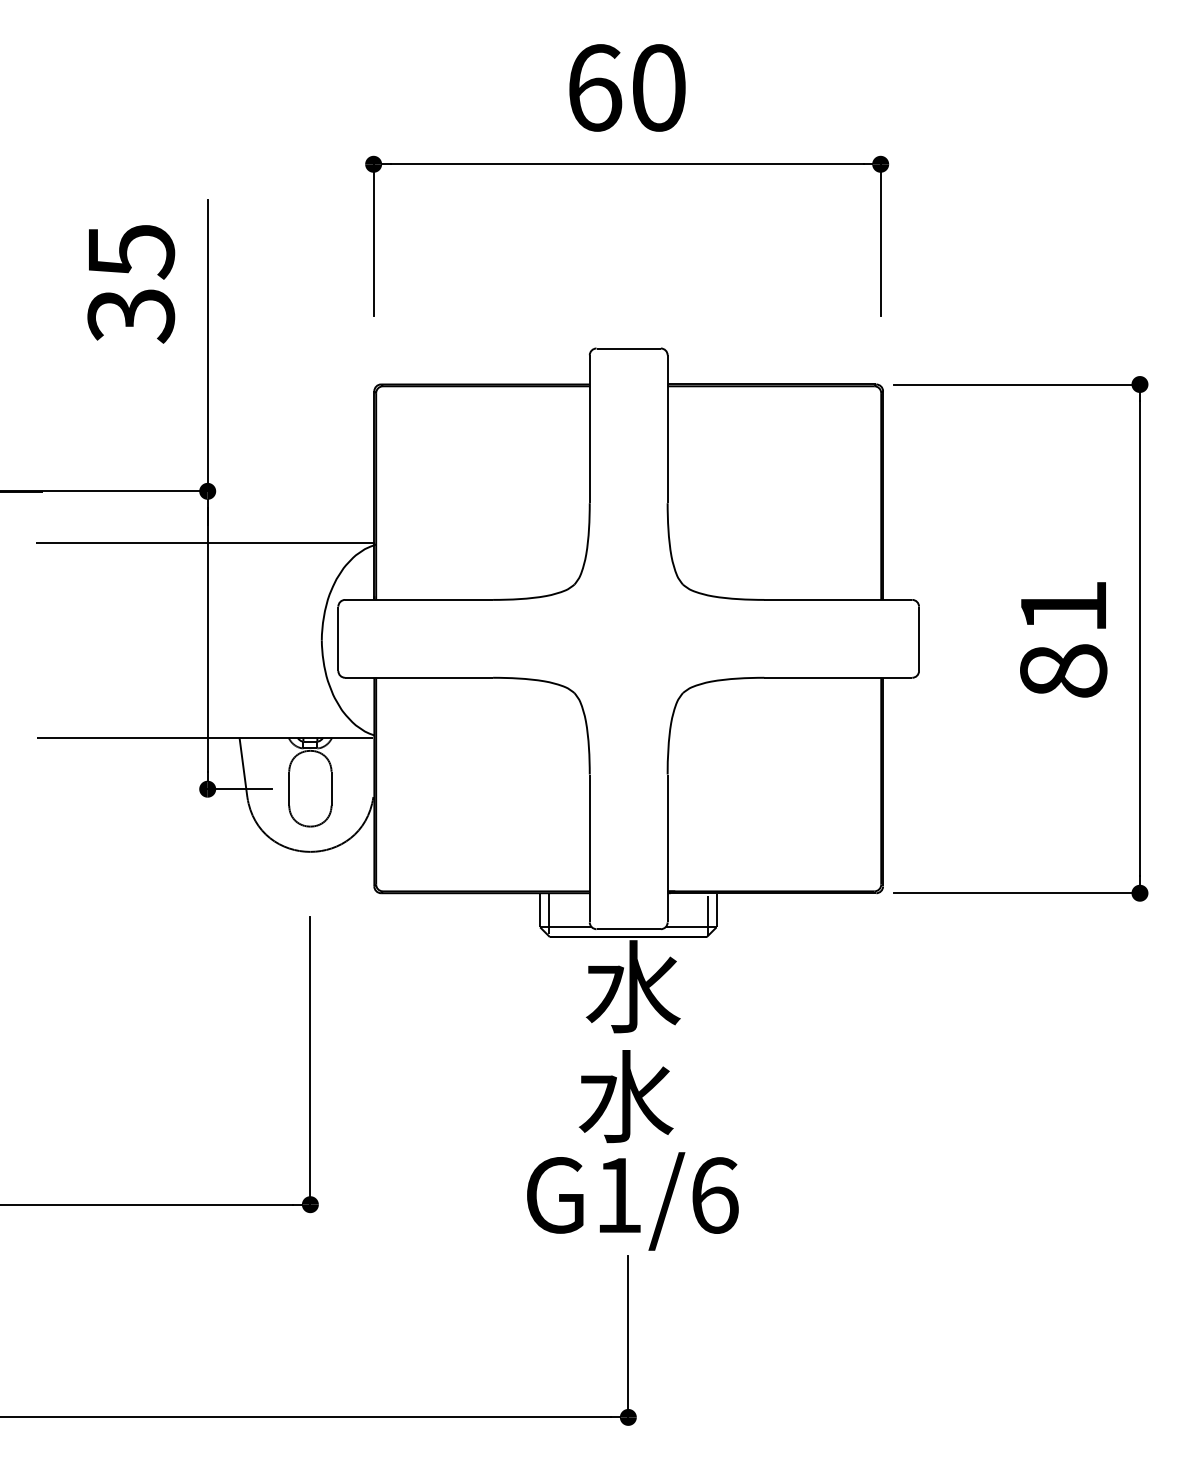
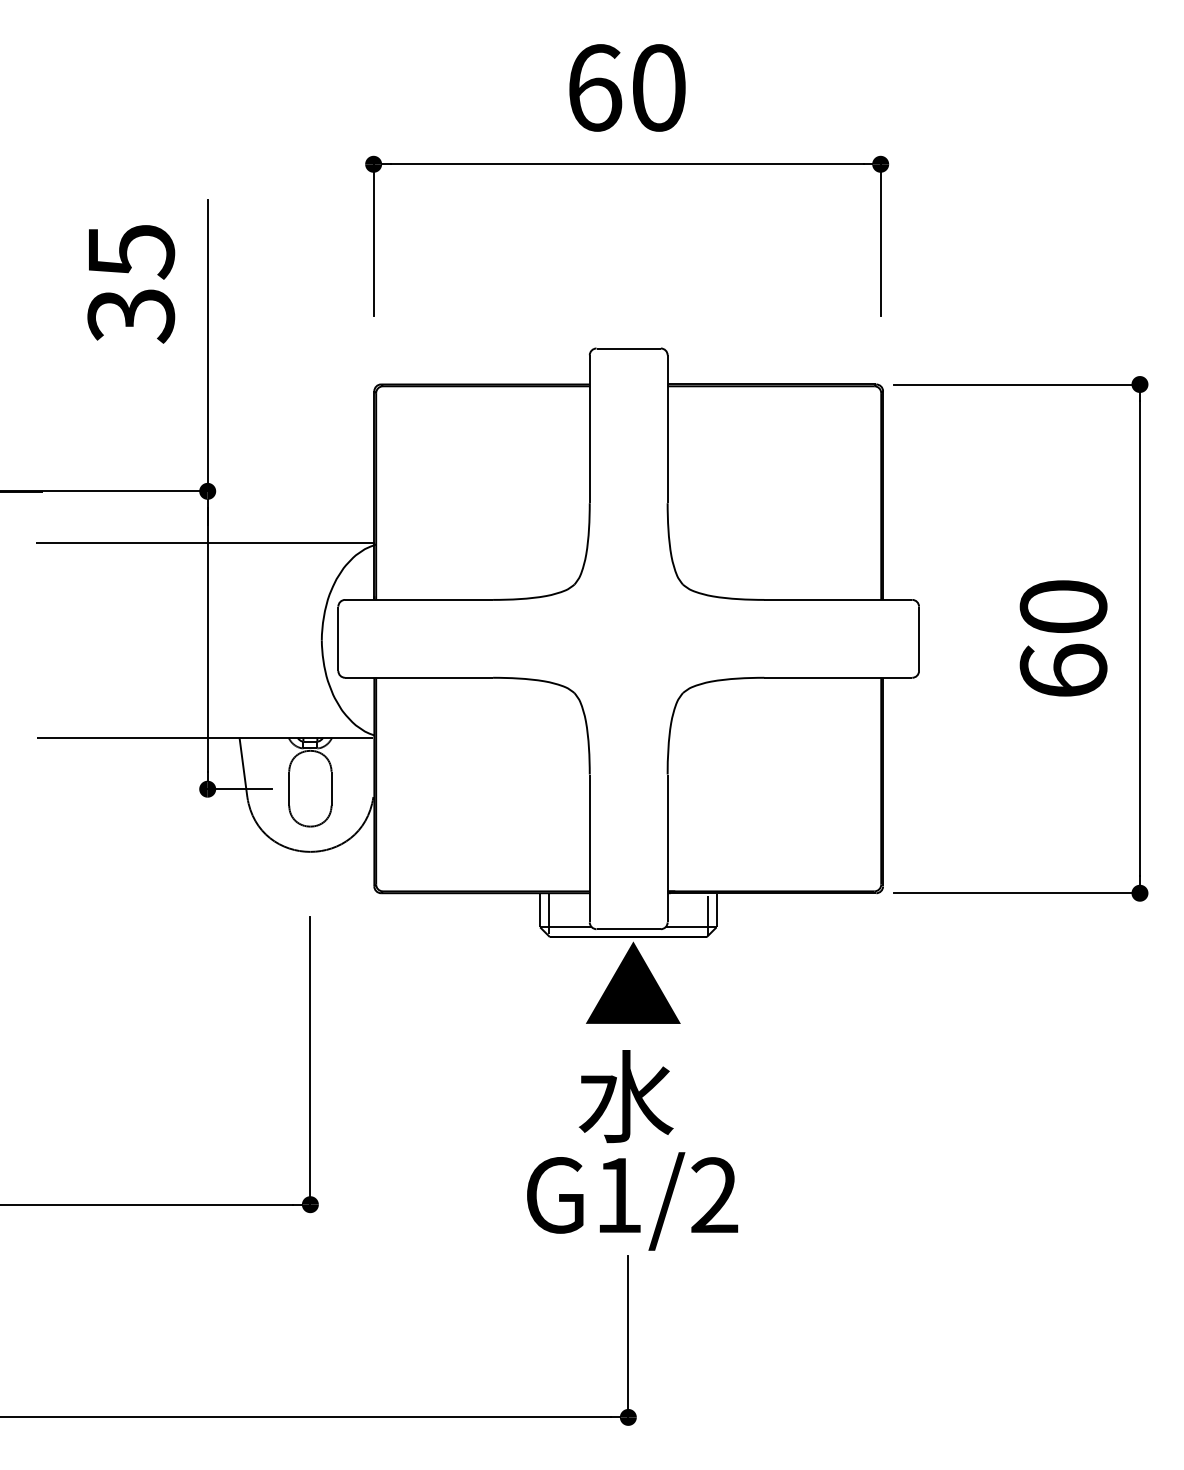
text at (1063, 638): 81 -> 60
text at (632, 986): 水 -> ▲
text at (714, 1195): G1/6 -> G1/2
